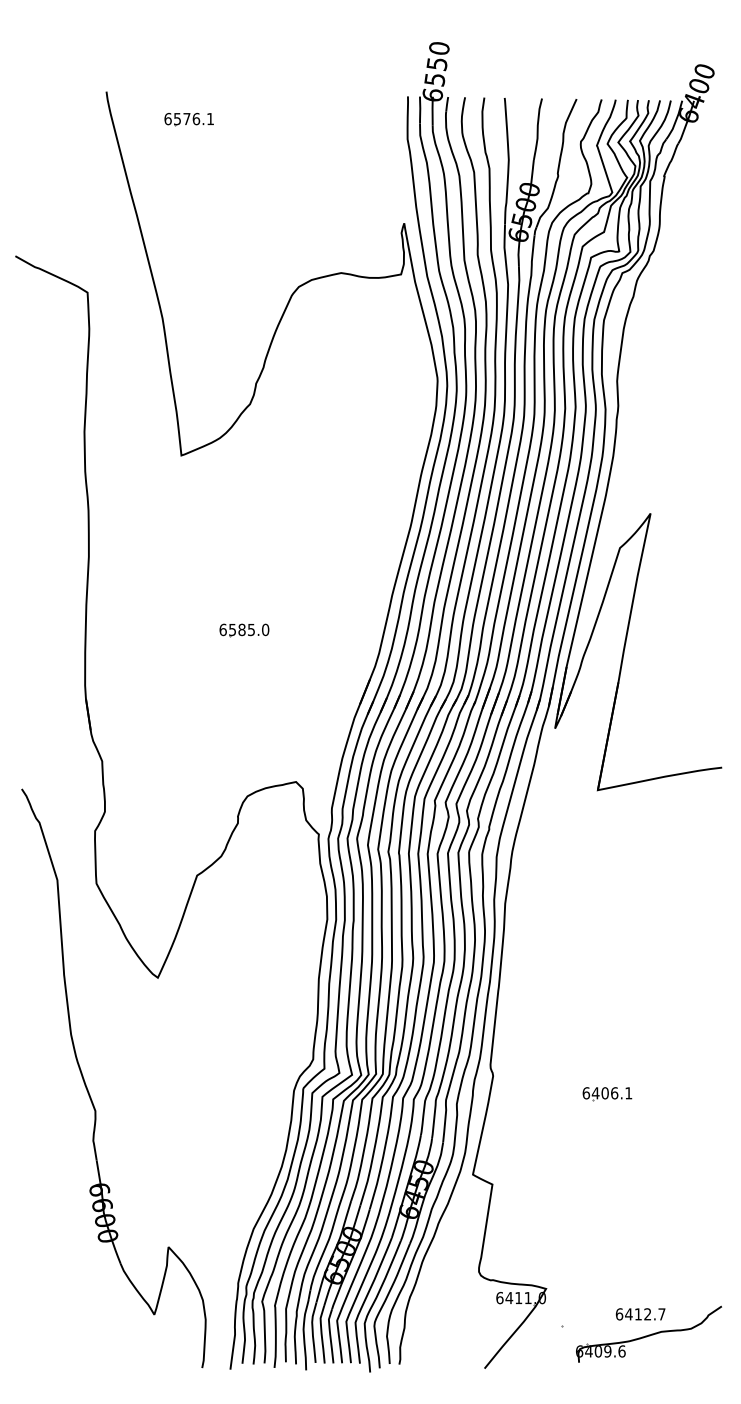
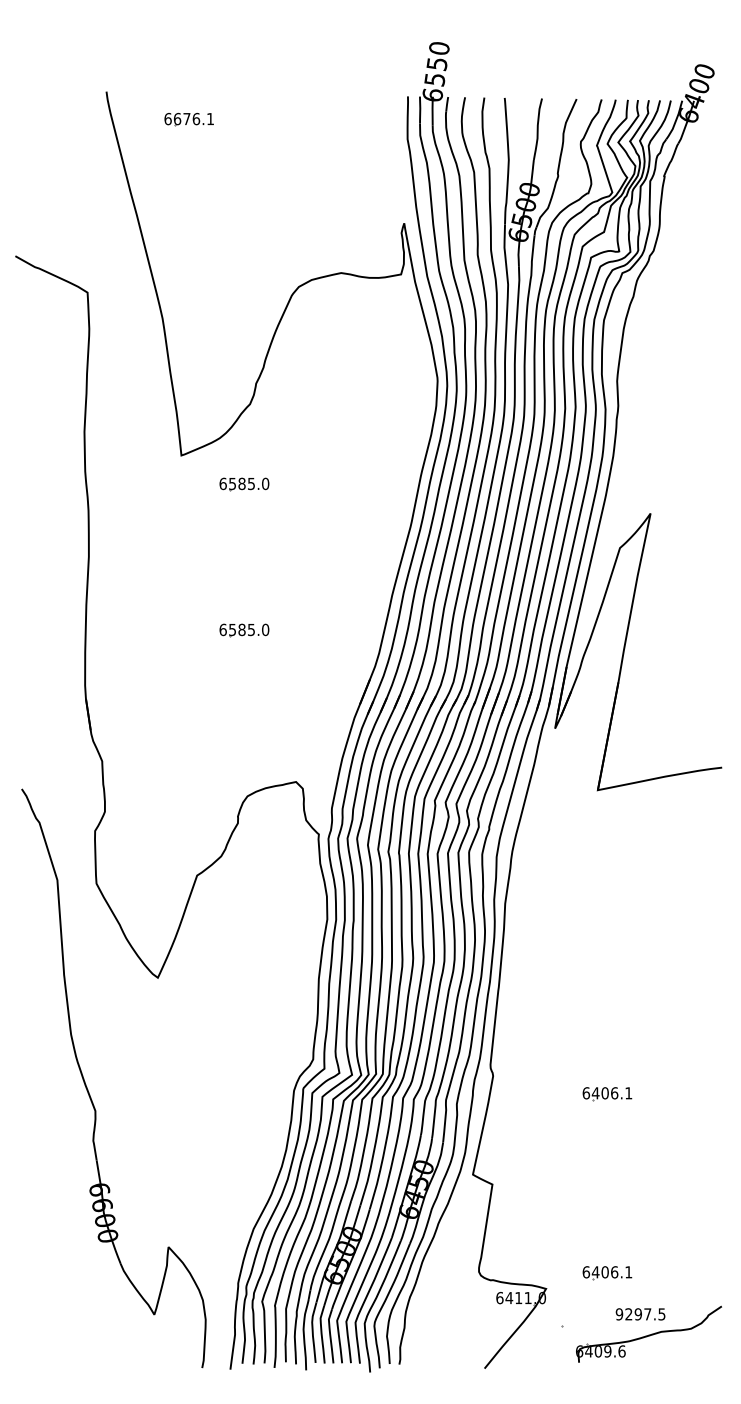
text at (177, 118): 6576.1 -> 6676.1
part at (244, 484): none -> present
part at (607, 1273): none -> present
text at (640, 1314): 6412.7 -> 9297.5
